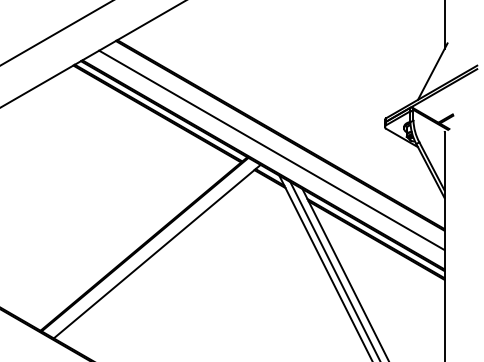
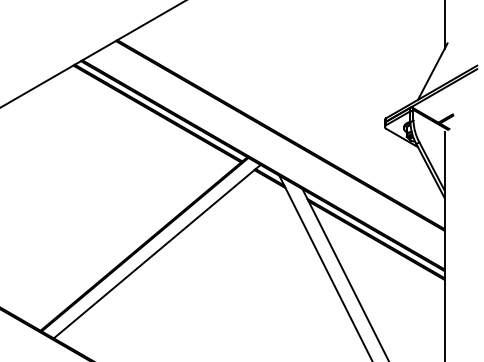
line at (56, 33): present -> none
line at (271, 150): present -> none
line at (334, 270): present -> none
